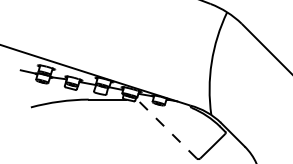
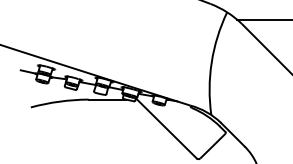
line at (263, 19): none -> present
line at (166, 128): dashed -> solid
